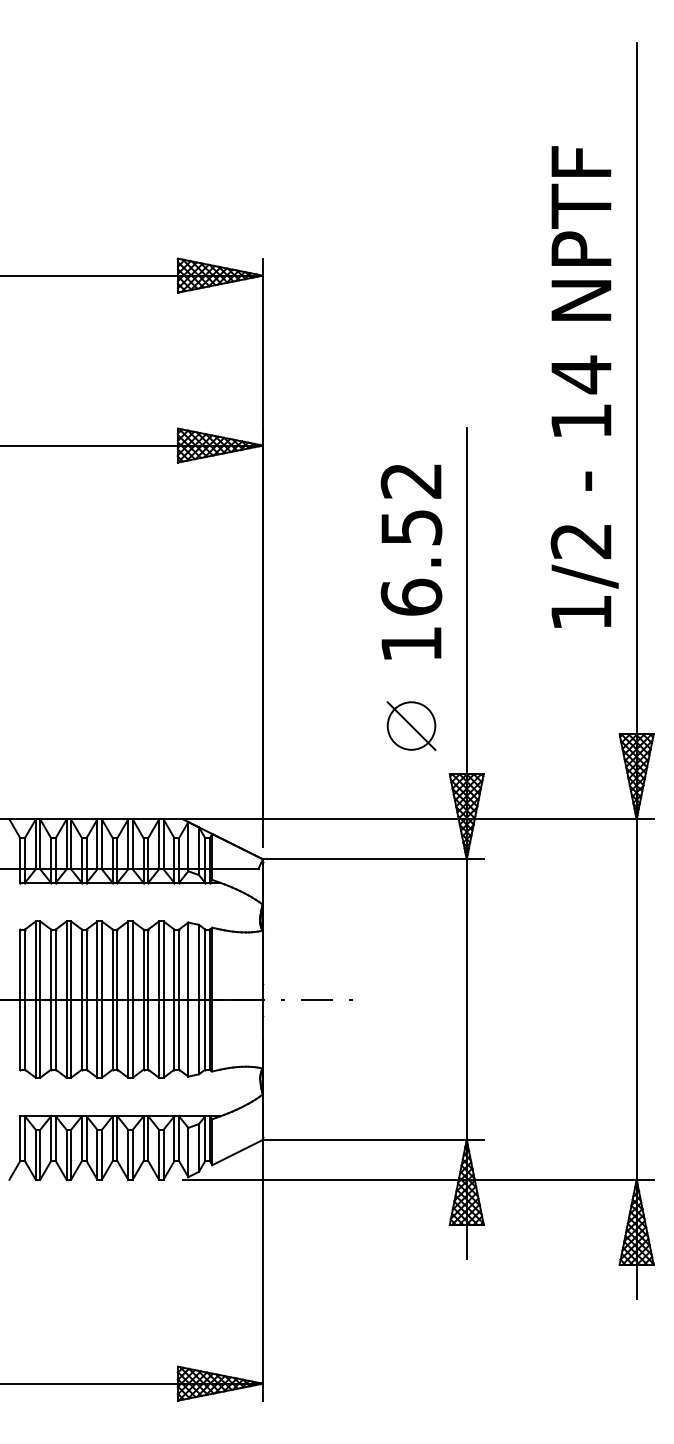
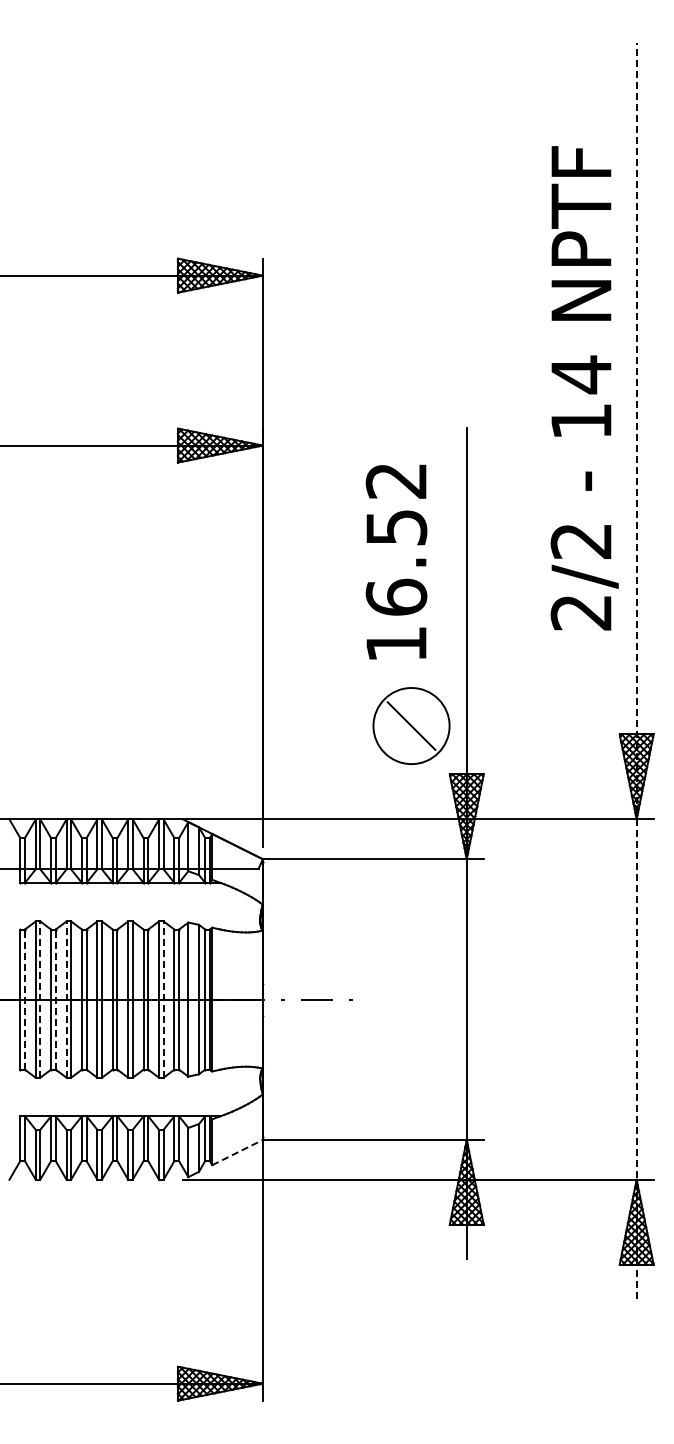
text at (411, 561) position: (411, 561) -> (396, 561)
text at (580, 613): 1/2 -> 2/2
line at (636, 671): solid -> dashed
circle at (411, 725) diameter: 48 px -> 76 px
line at (24, 999): solid -> dashed
line at (40, 999): solid -> dashed
line at (55, 999): solid -> dashed
line at (66, 999): solid -> dashed
line at (163, 999): solid -> dashed
line at (238, 1152): solid -> dashed
